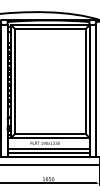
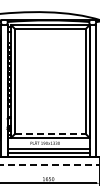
line at (50, 133): solid -> dashed
line at (50, 164): solid -> dashed
